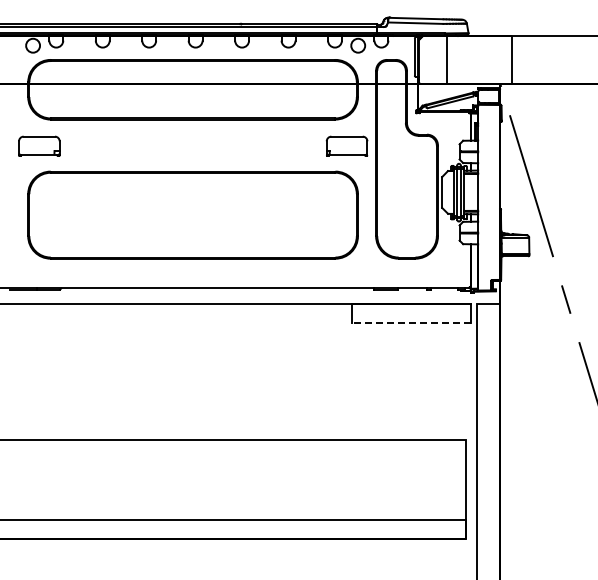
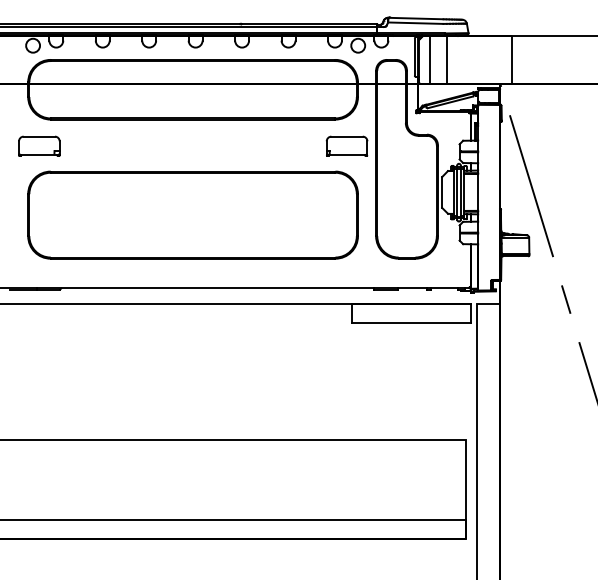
line at (430, 59): none -> present
line at (410, 323): dashed -> solid
